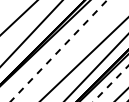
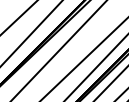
line at (58, 51): dashed -> solid
line at (110, 83): dashed -> solid
